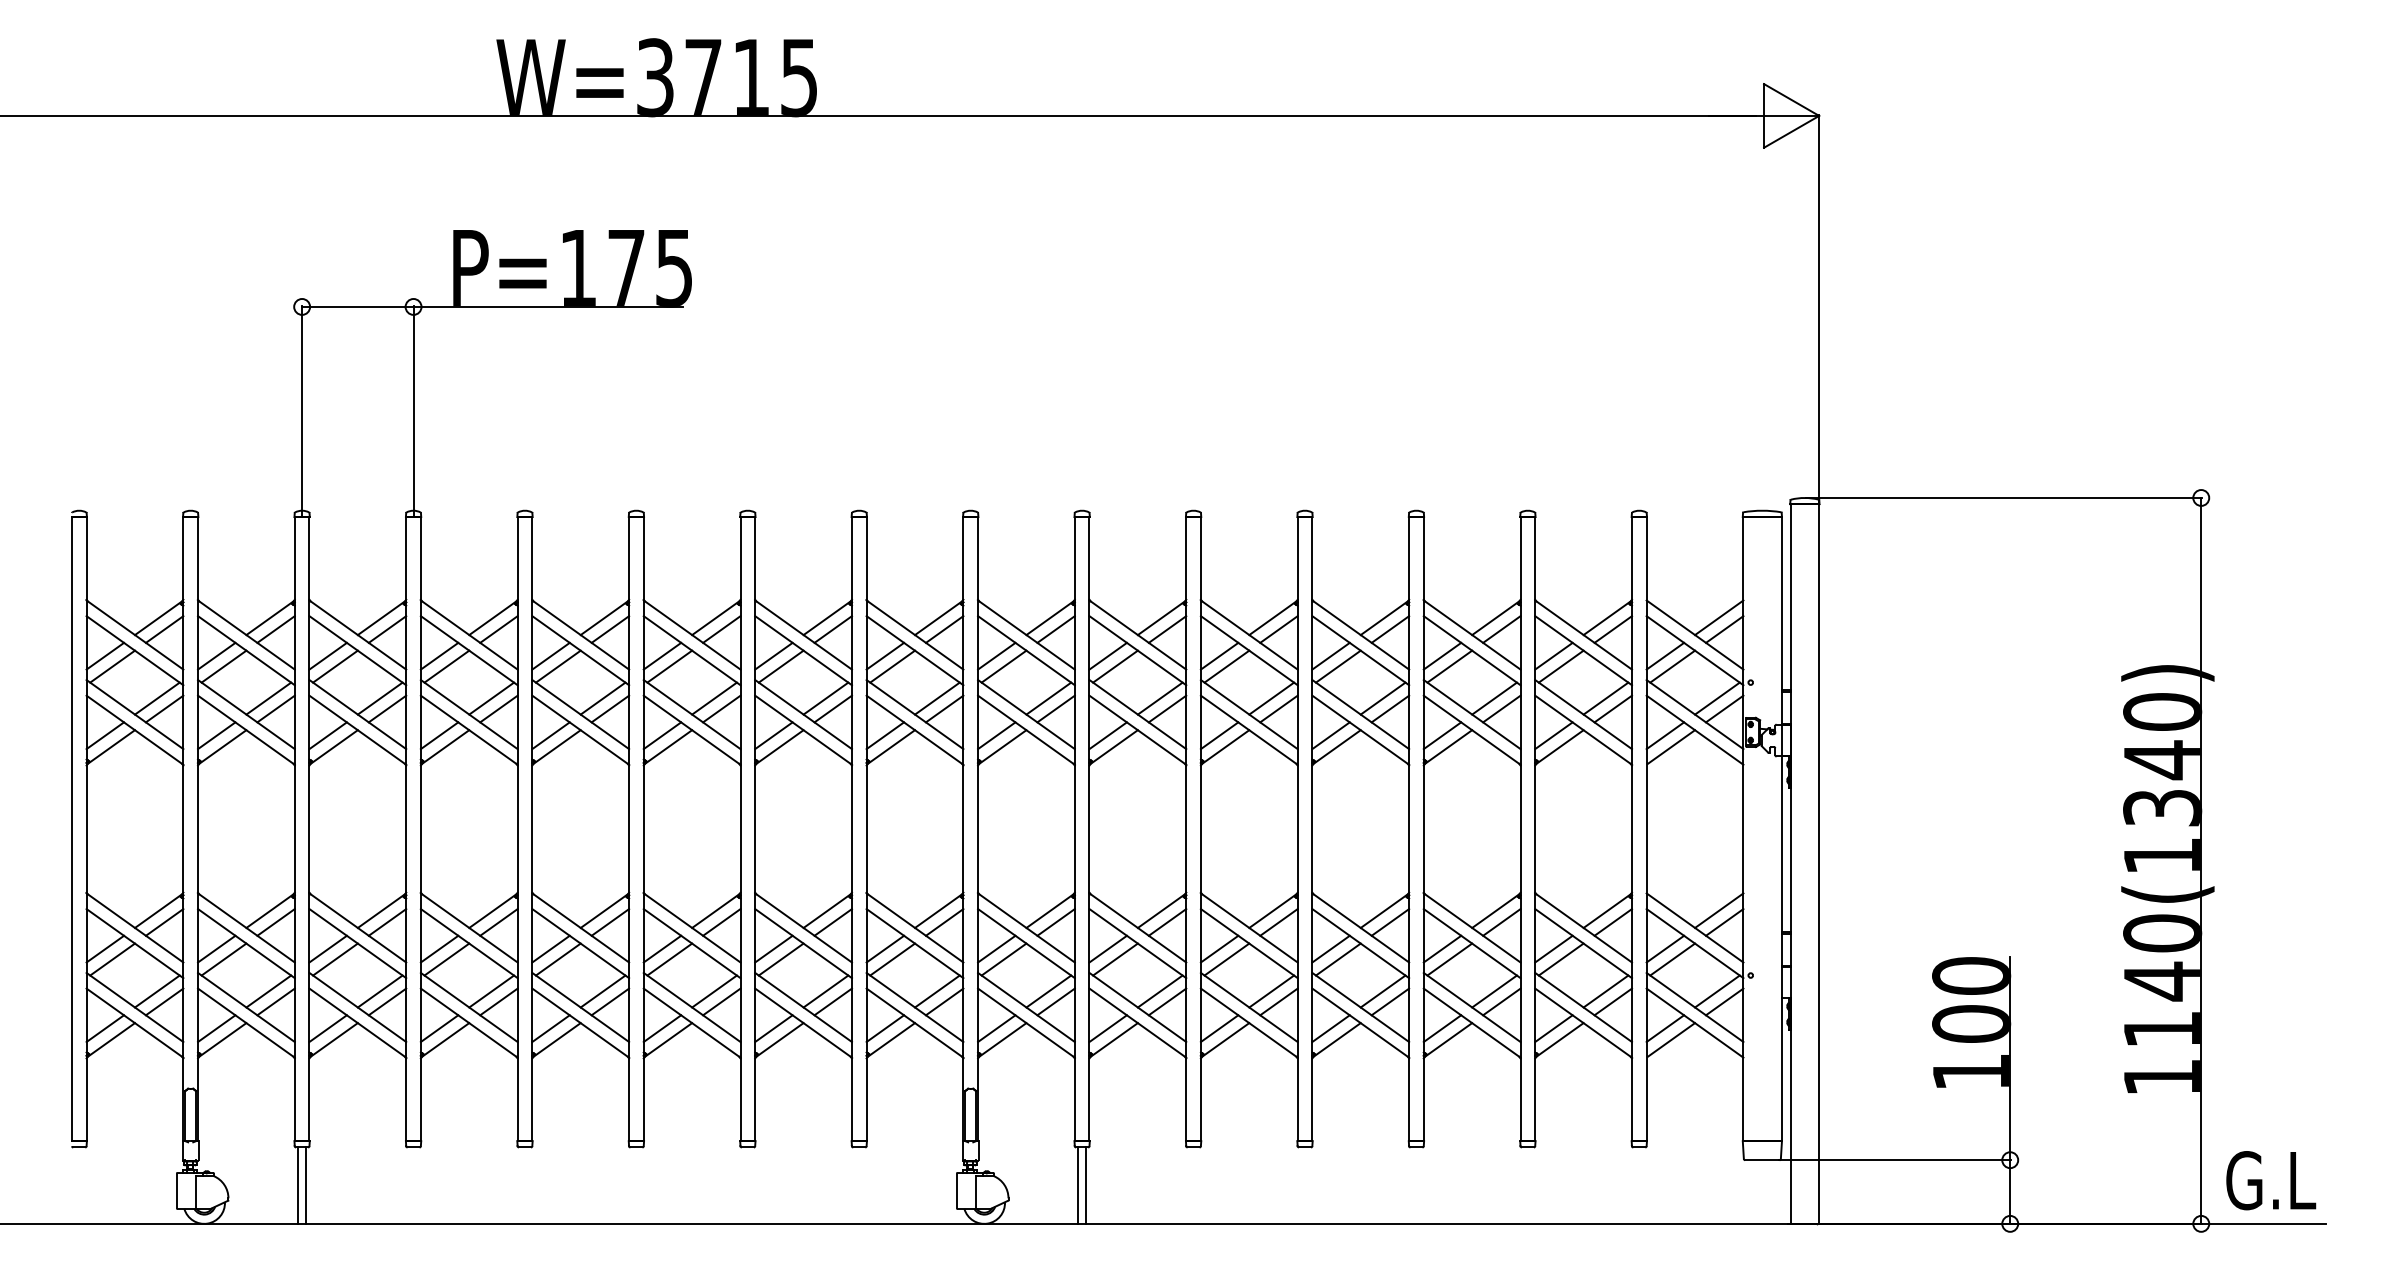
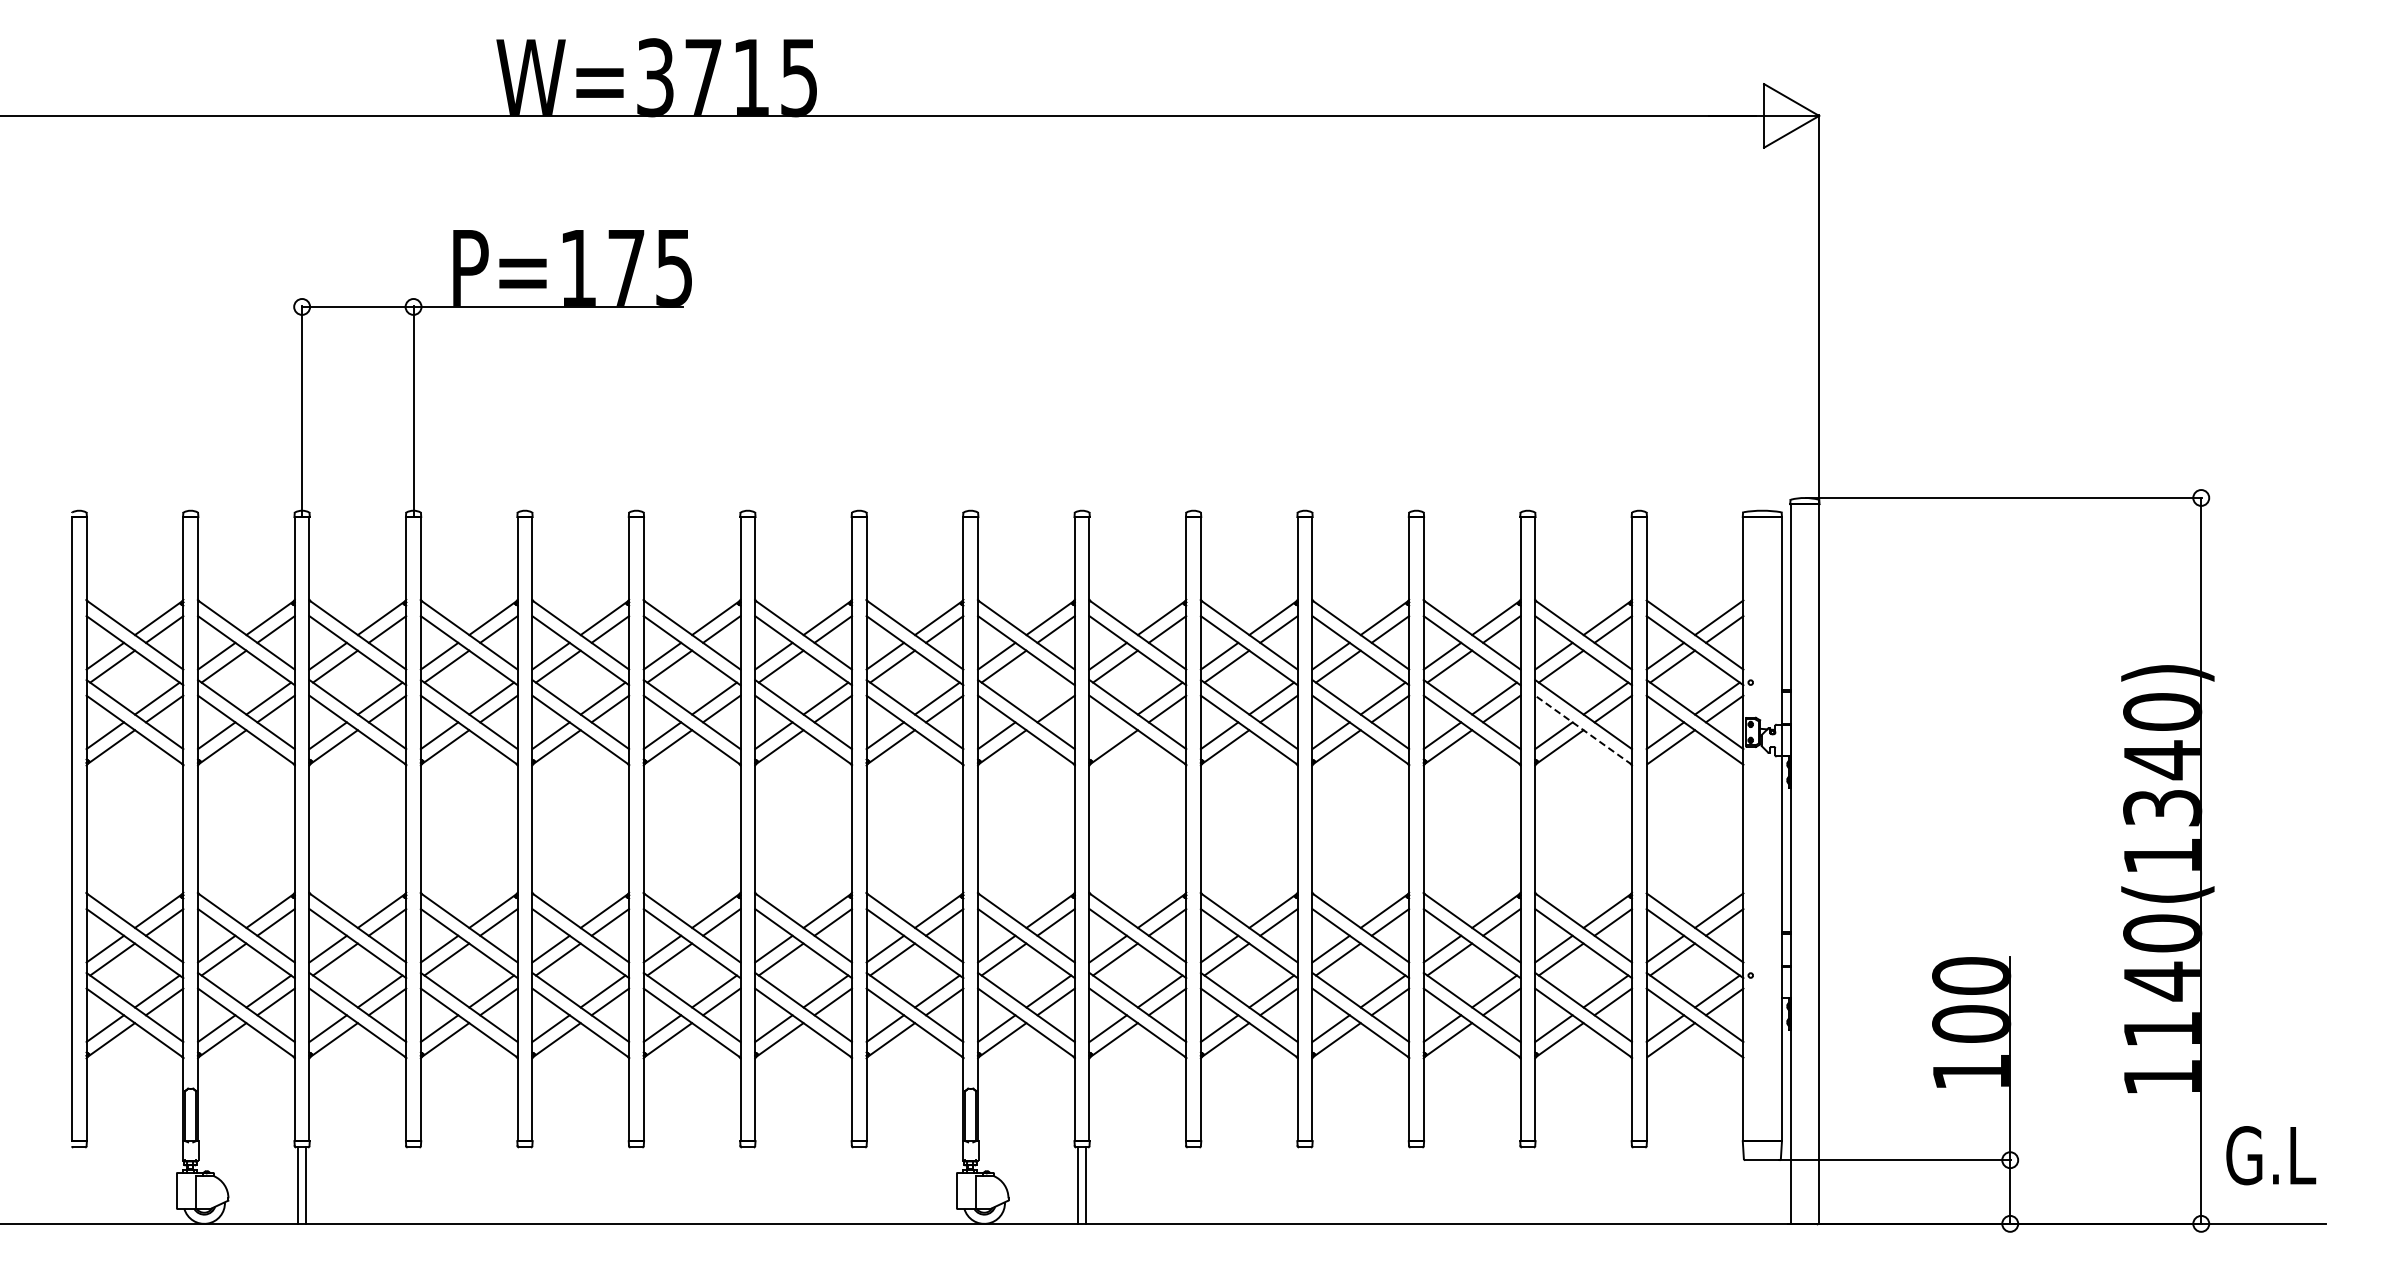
line at (1048, 698): present -> none
line at (1583, 729): solid -> dashed
line at (1107, 735): present -> none
text at (2271, 1180) position: (2271, 1180) -> (2271, 1155)
